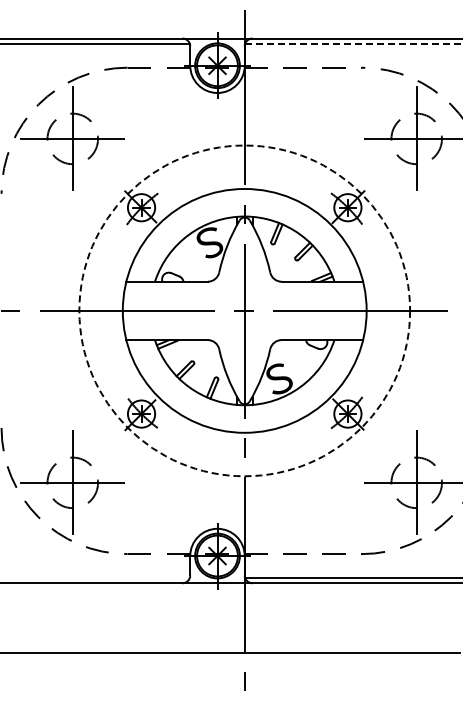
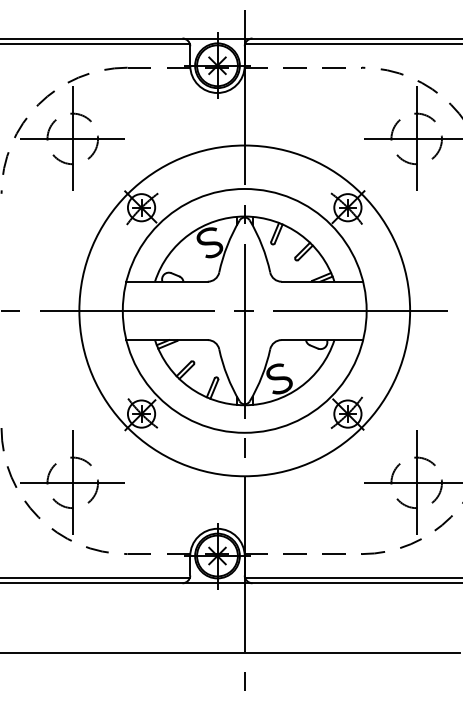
line at (354, 43): dashed -> solid
circle at (244, 310): dashed -> solid
line at (95, 578): none -> present
